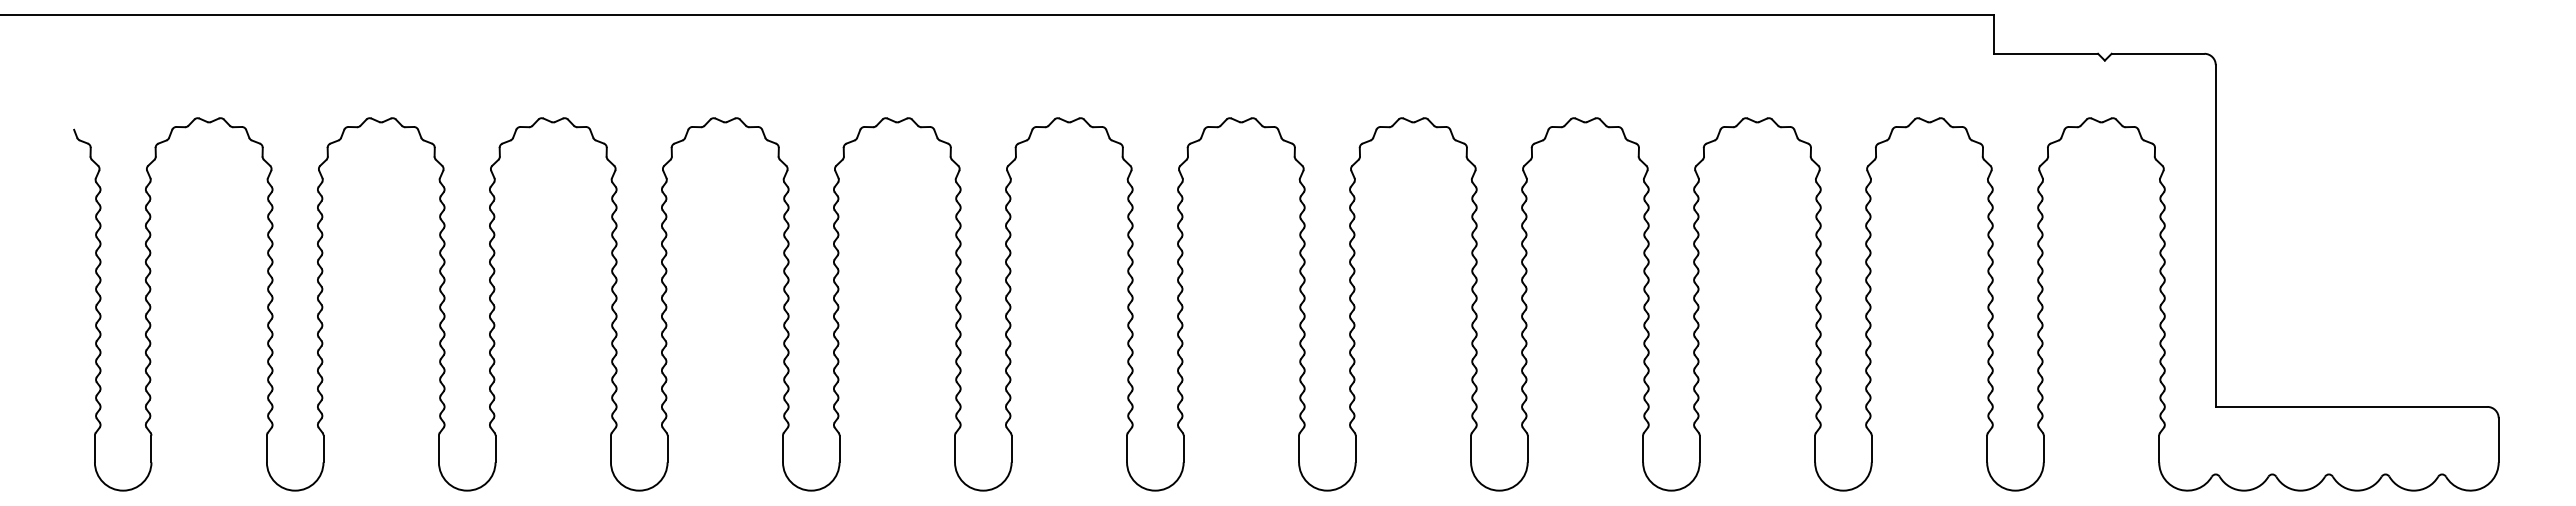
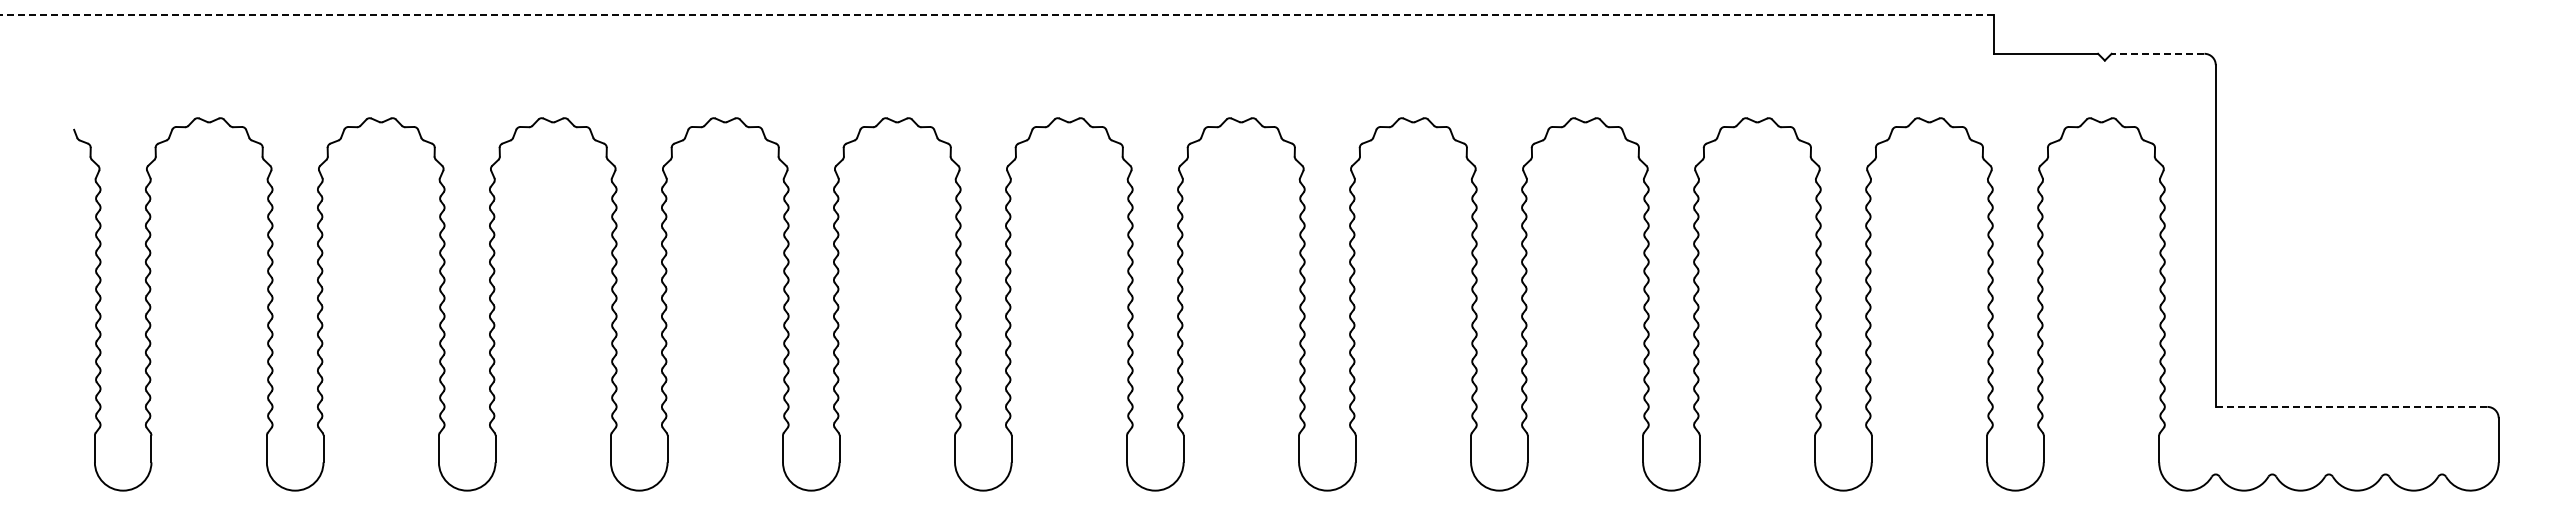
line at (997, 15): solid -> dashed
line at (2157, 53): solid -> dashed
line at (2351, 406): solid -> dashed
